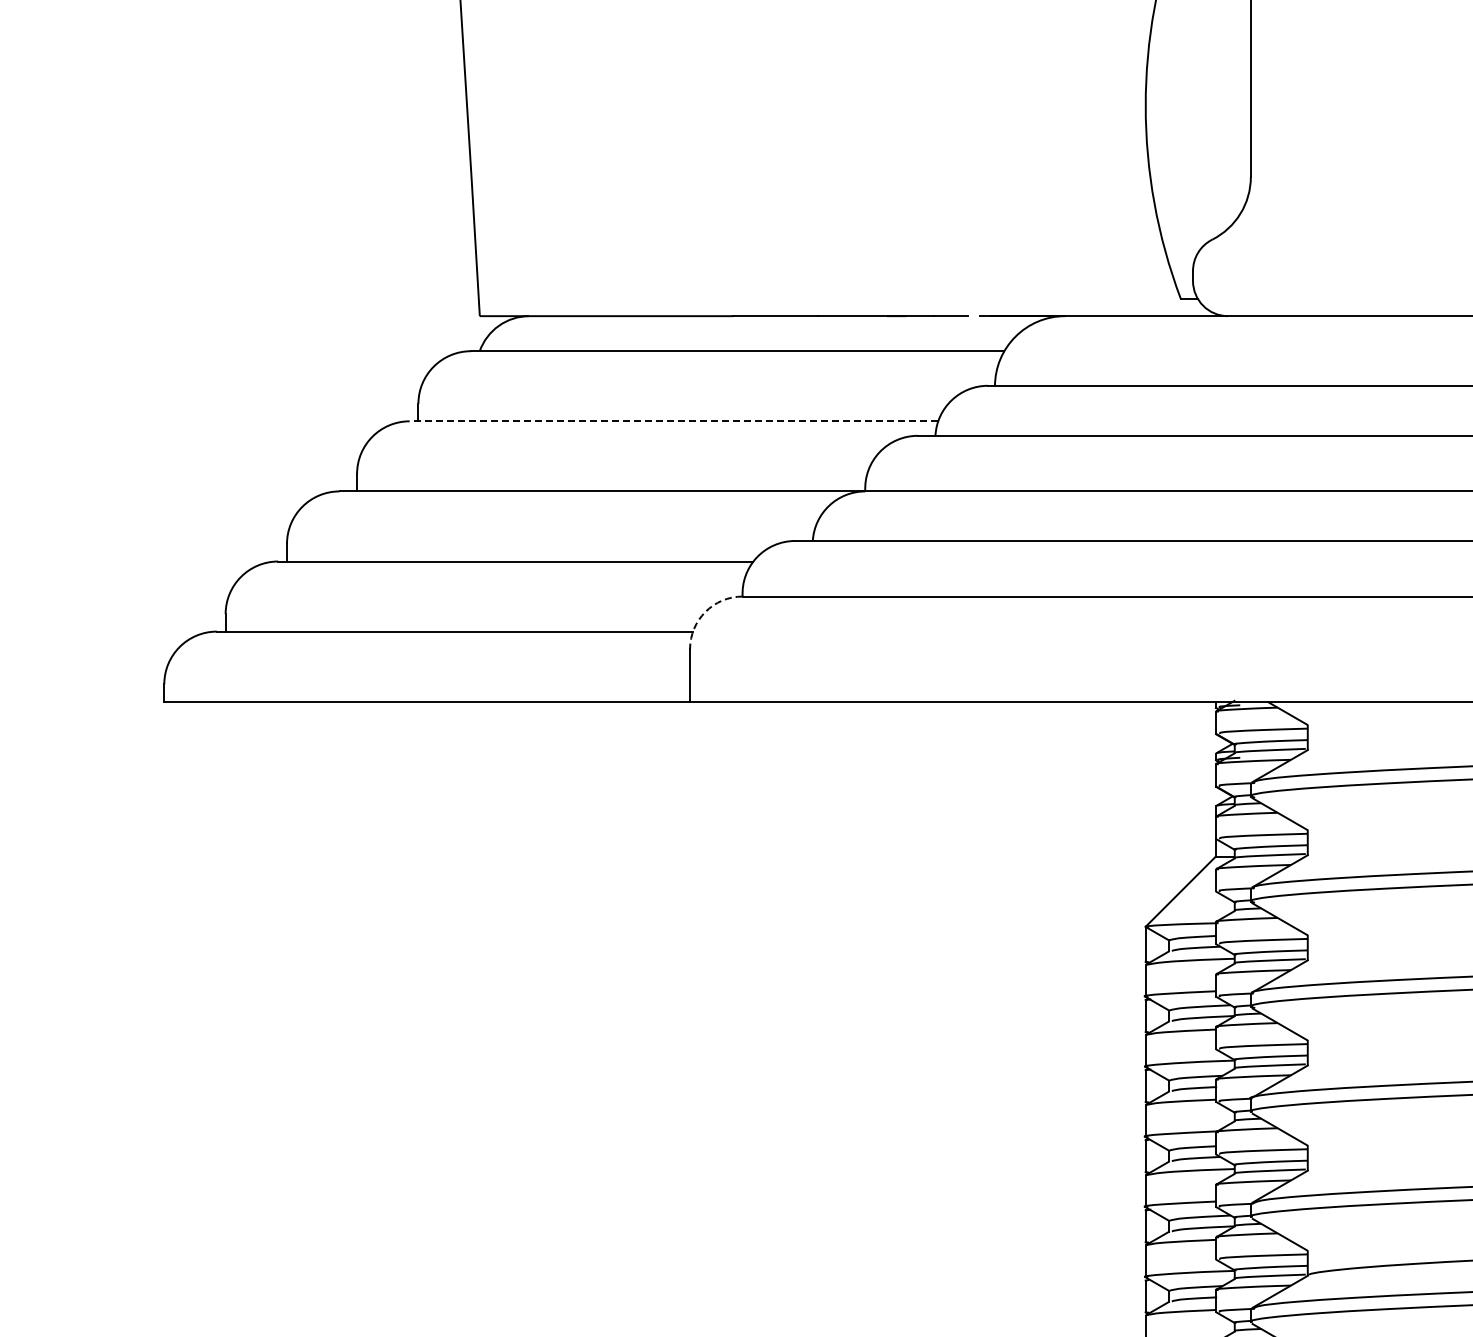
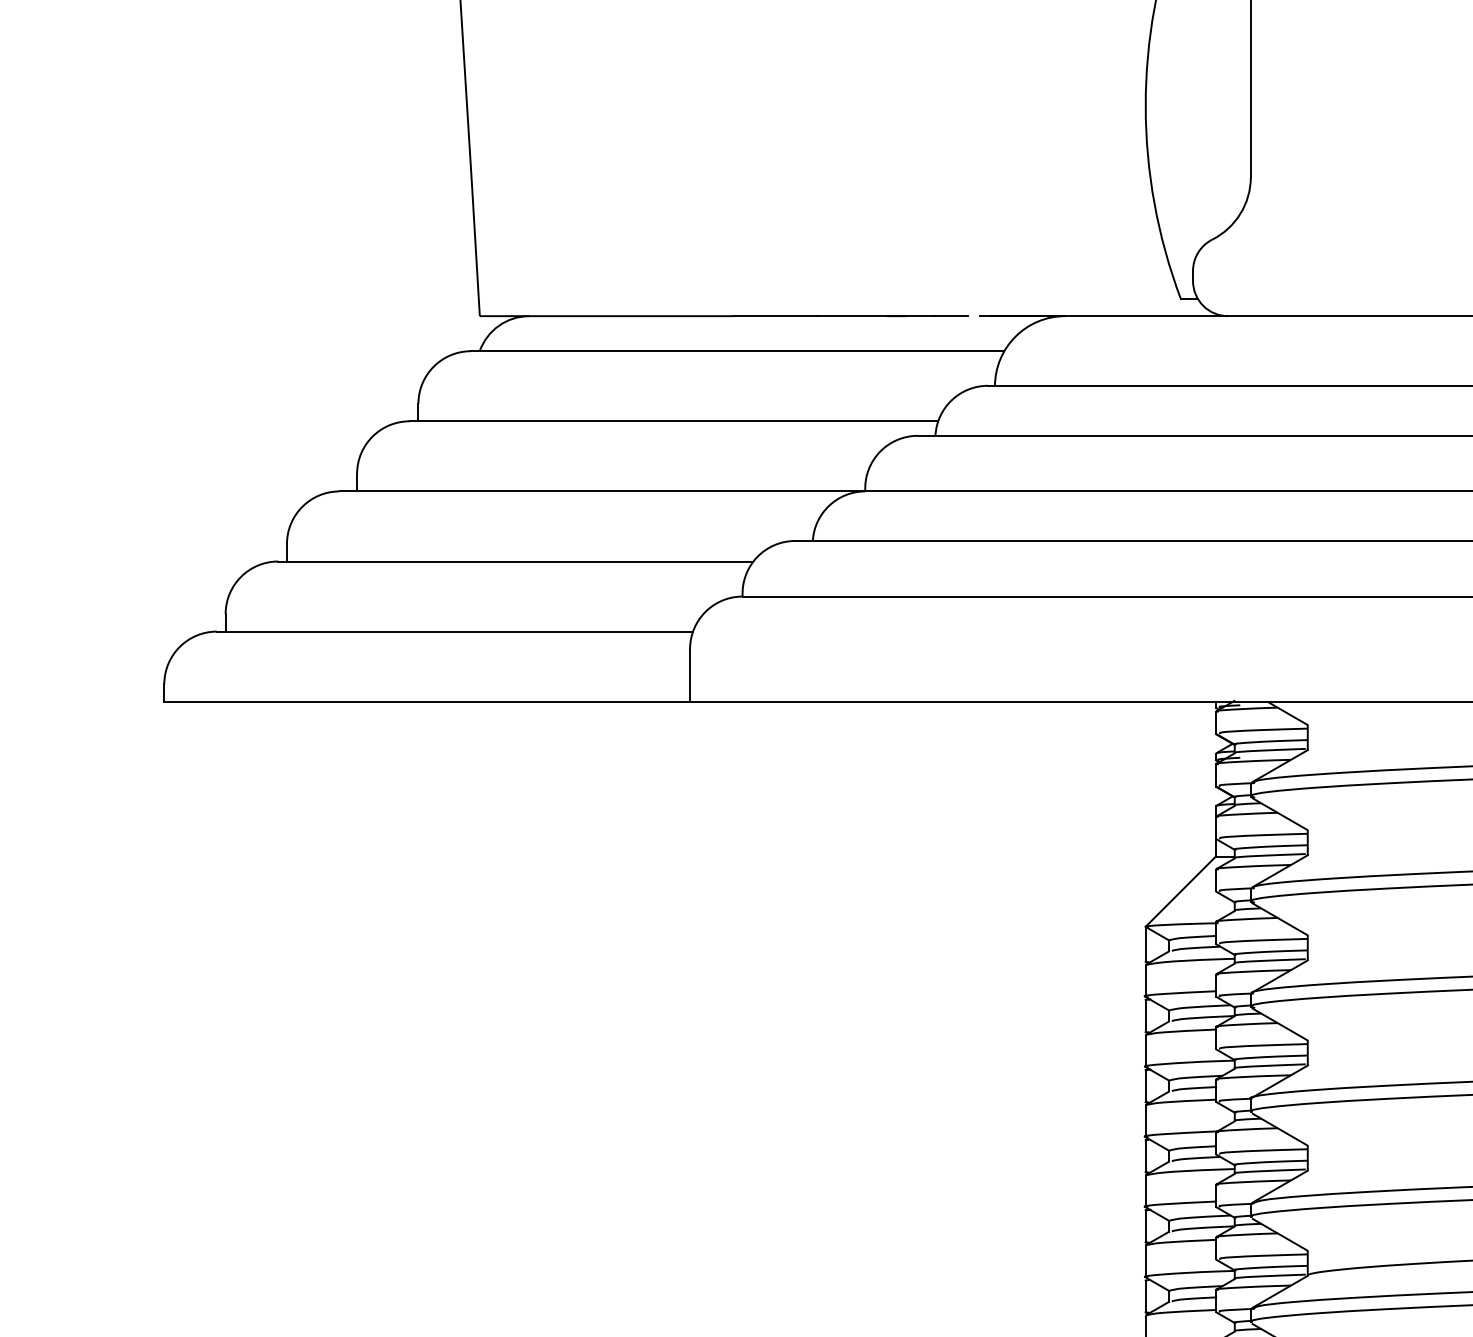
line at (673, 421): dashed -> solid
arc at (705, 611): dashed -> solid
